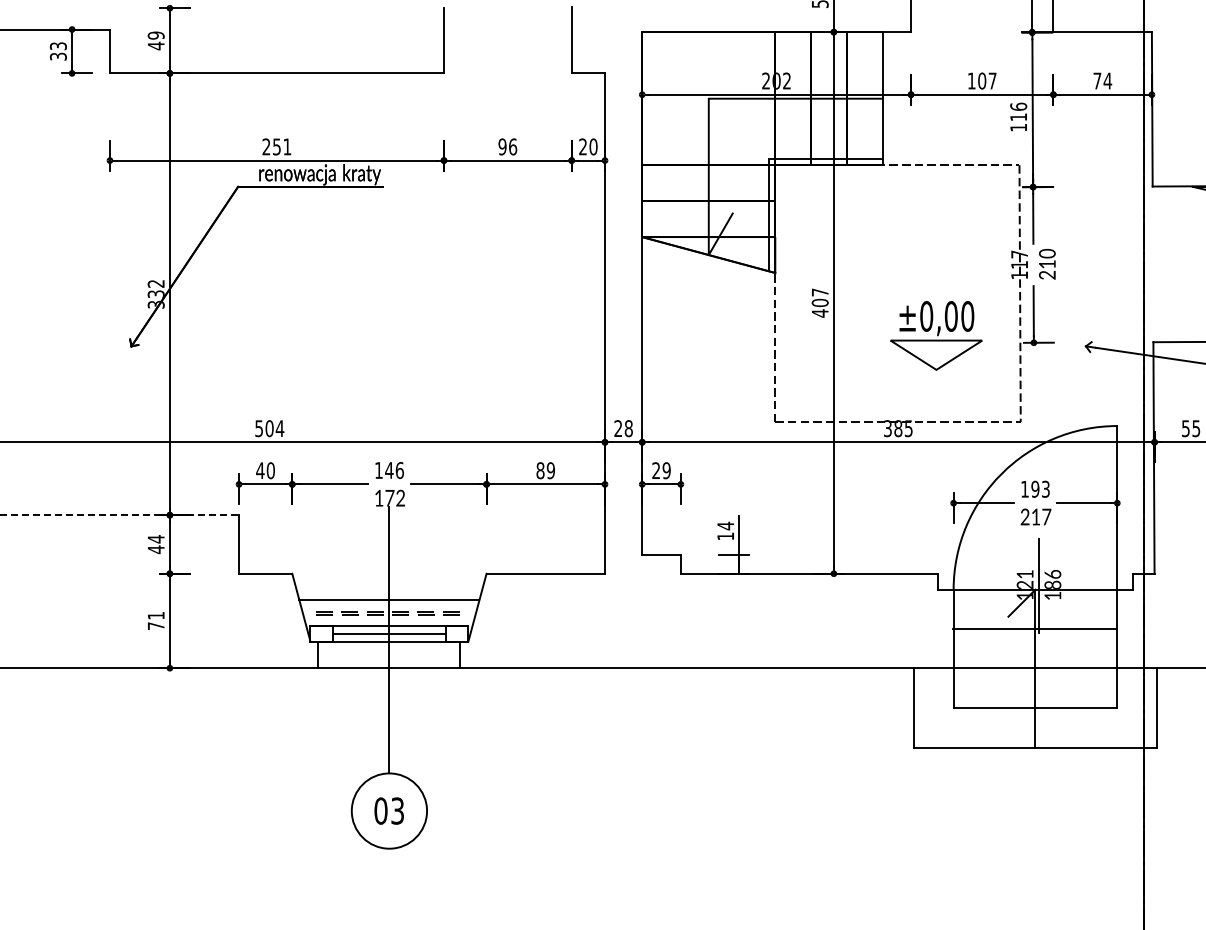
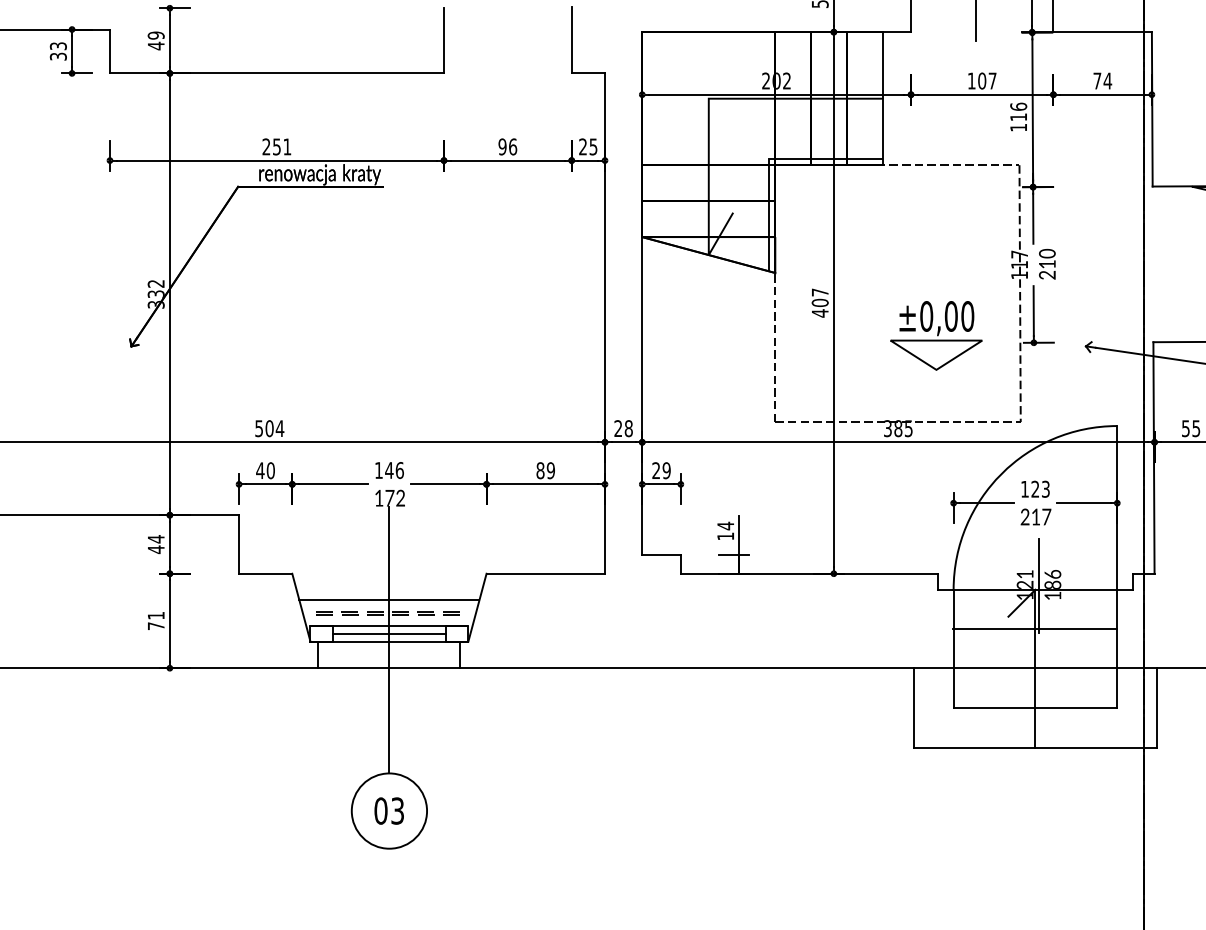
line at (976, 21): none -> present
text at (593, 146): 20 -> 25
text at (1035, 489): 193 -> 123
line at (120, 515): dashed -> solid
